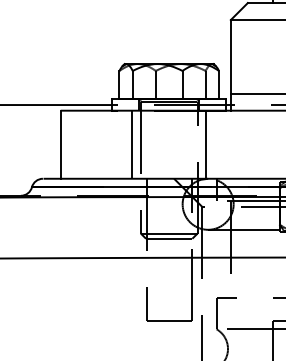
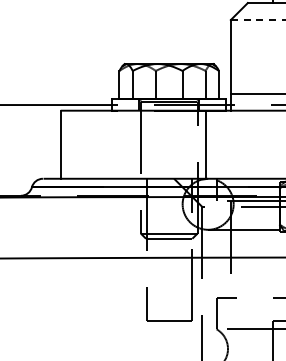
line at (258, 20): solid -> dashed
line at (132, 144): present -> none
